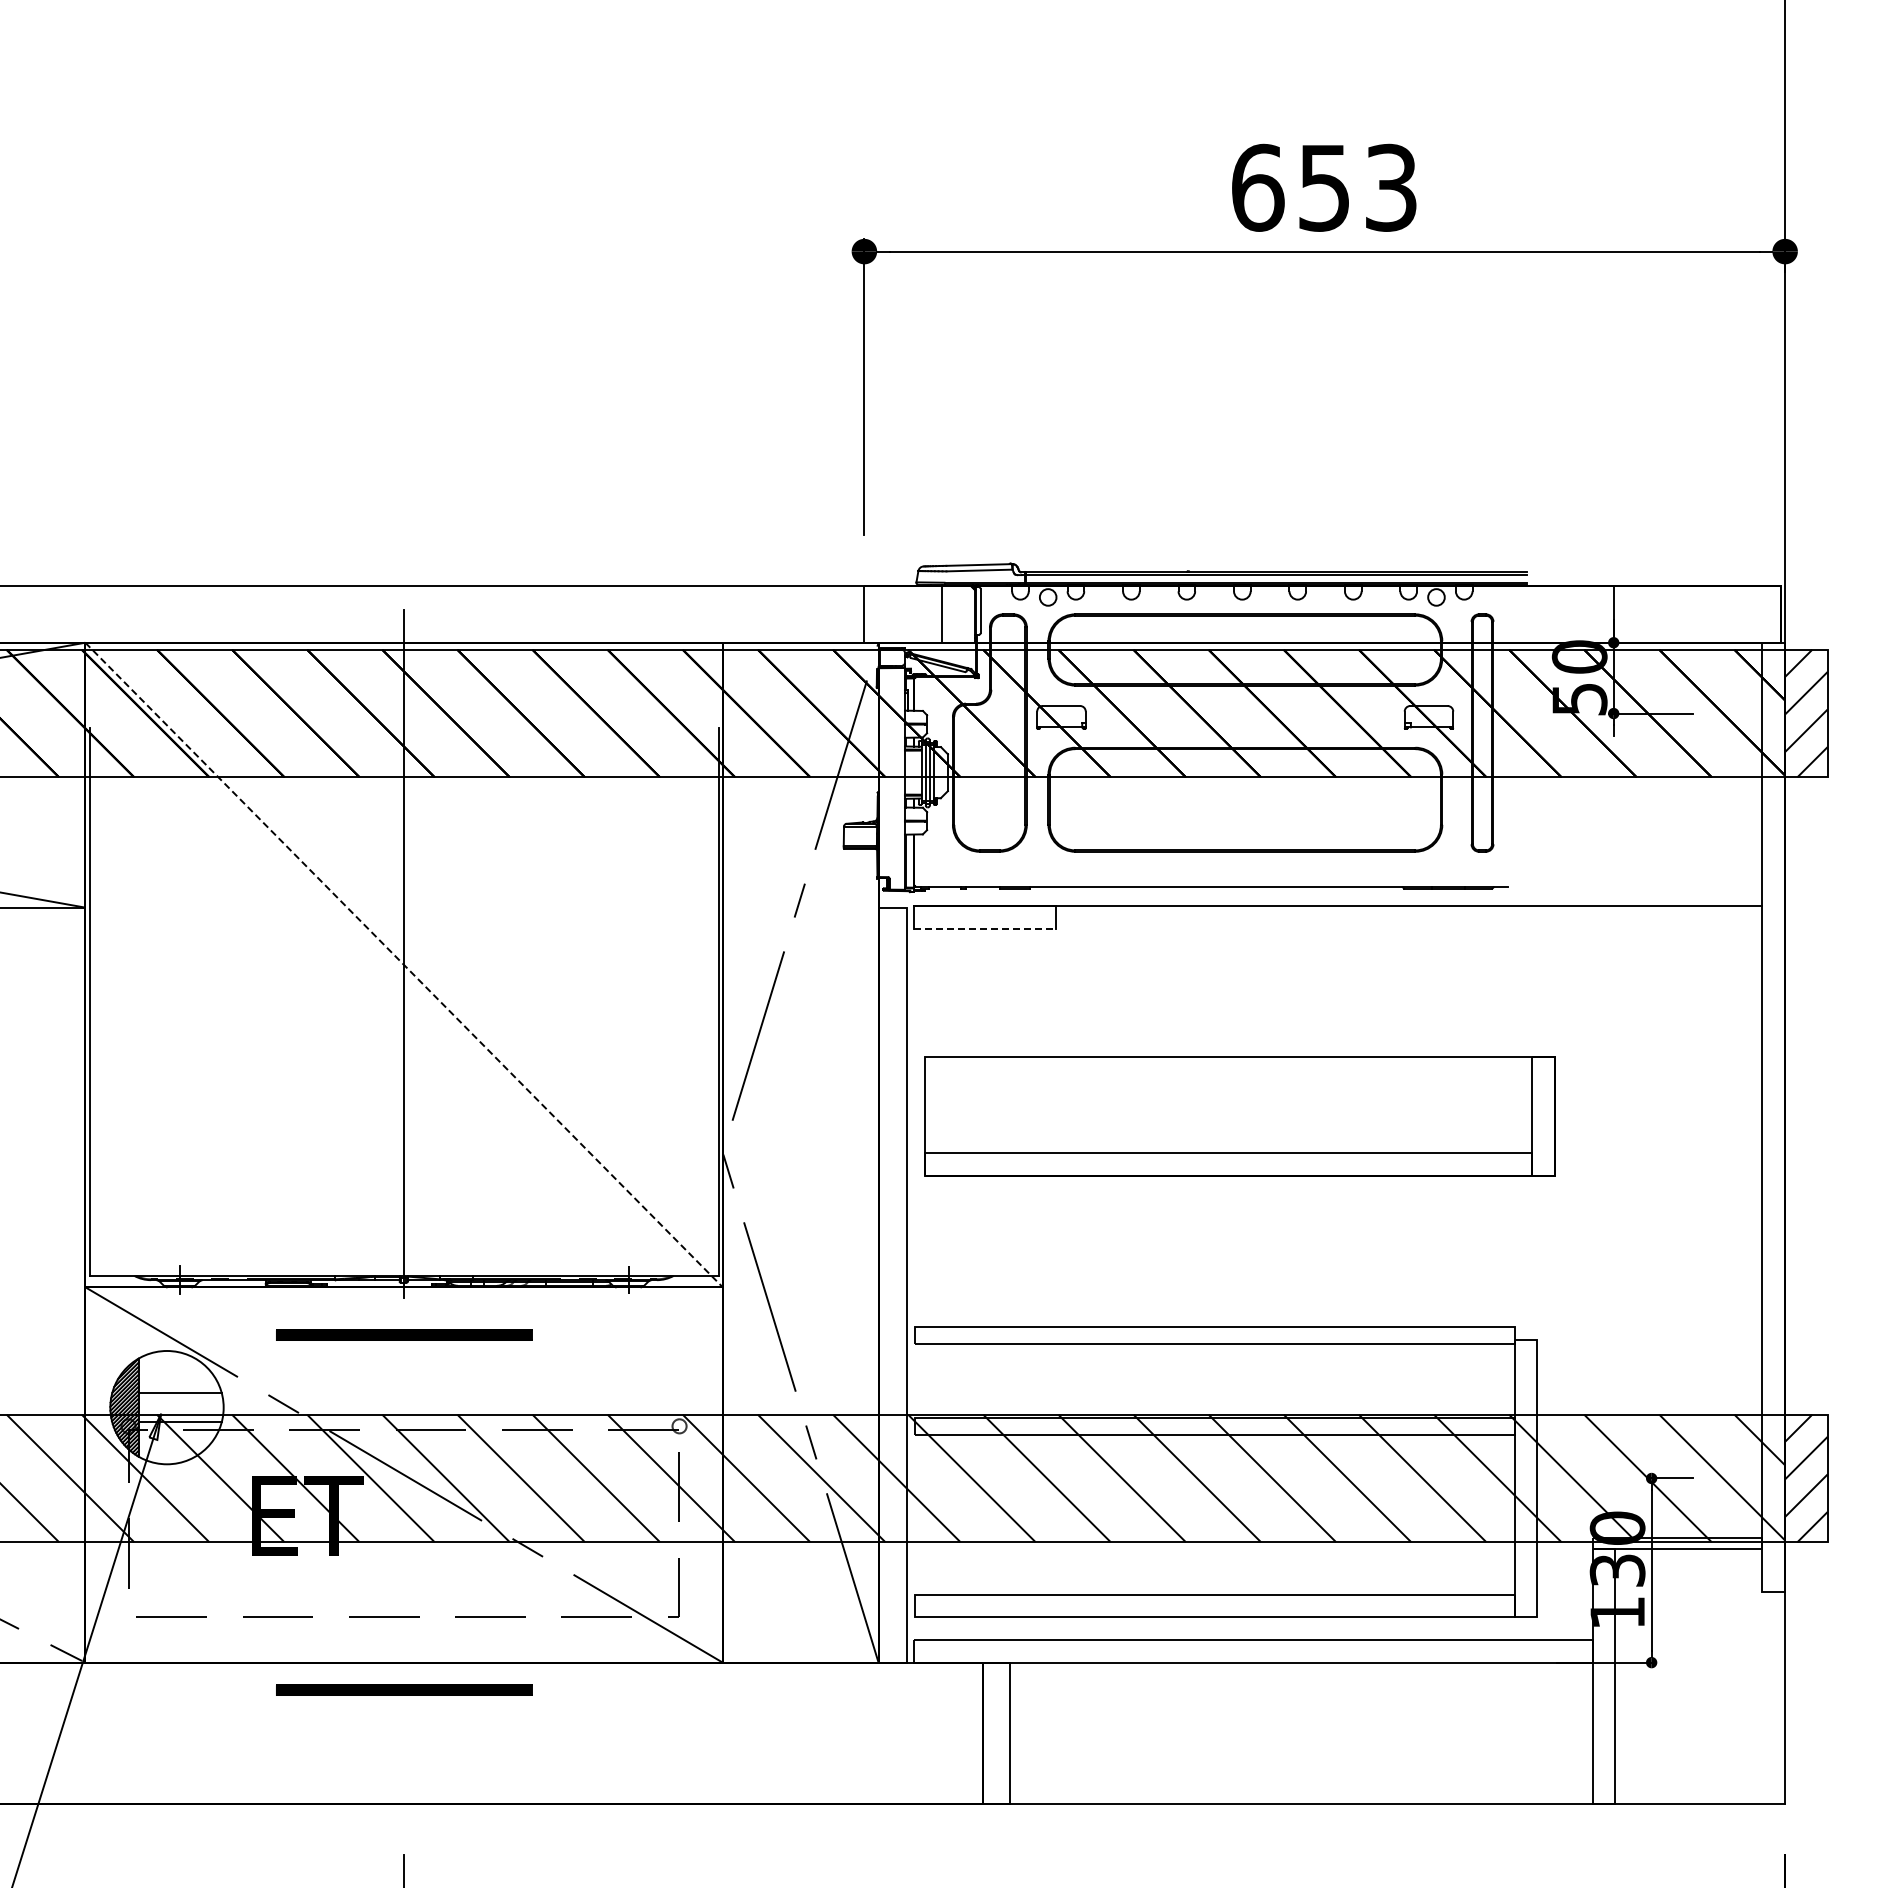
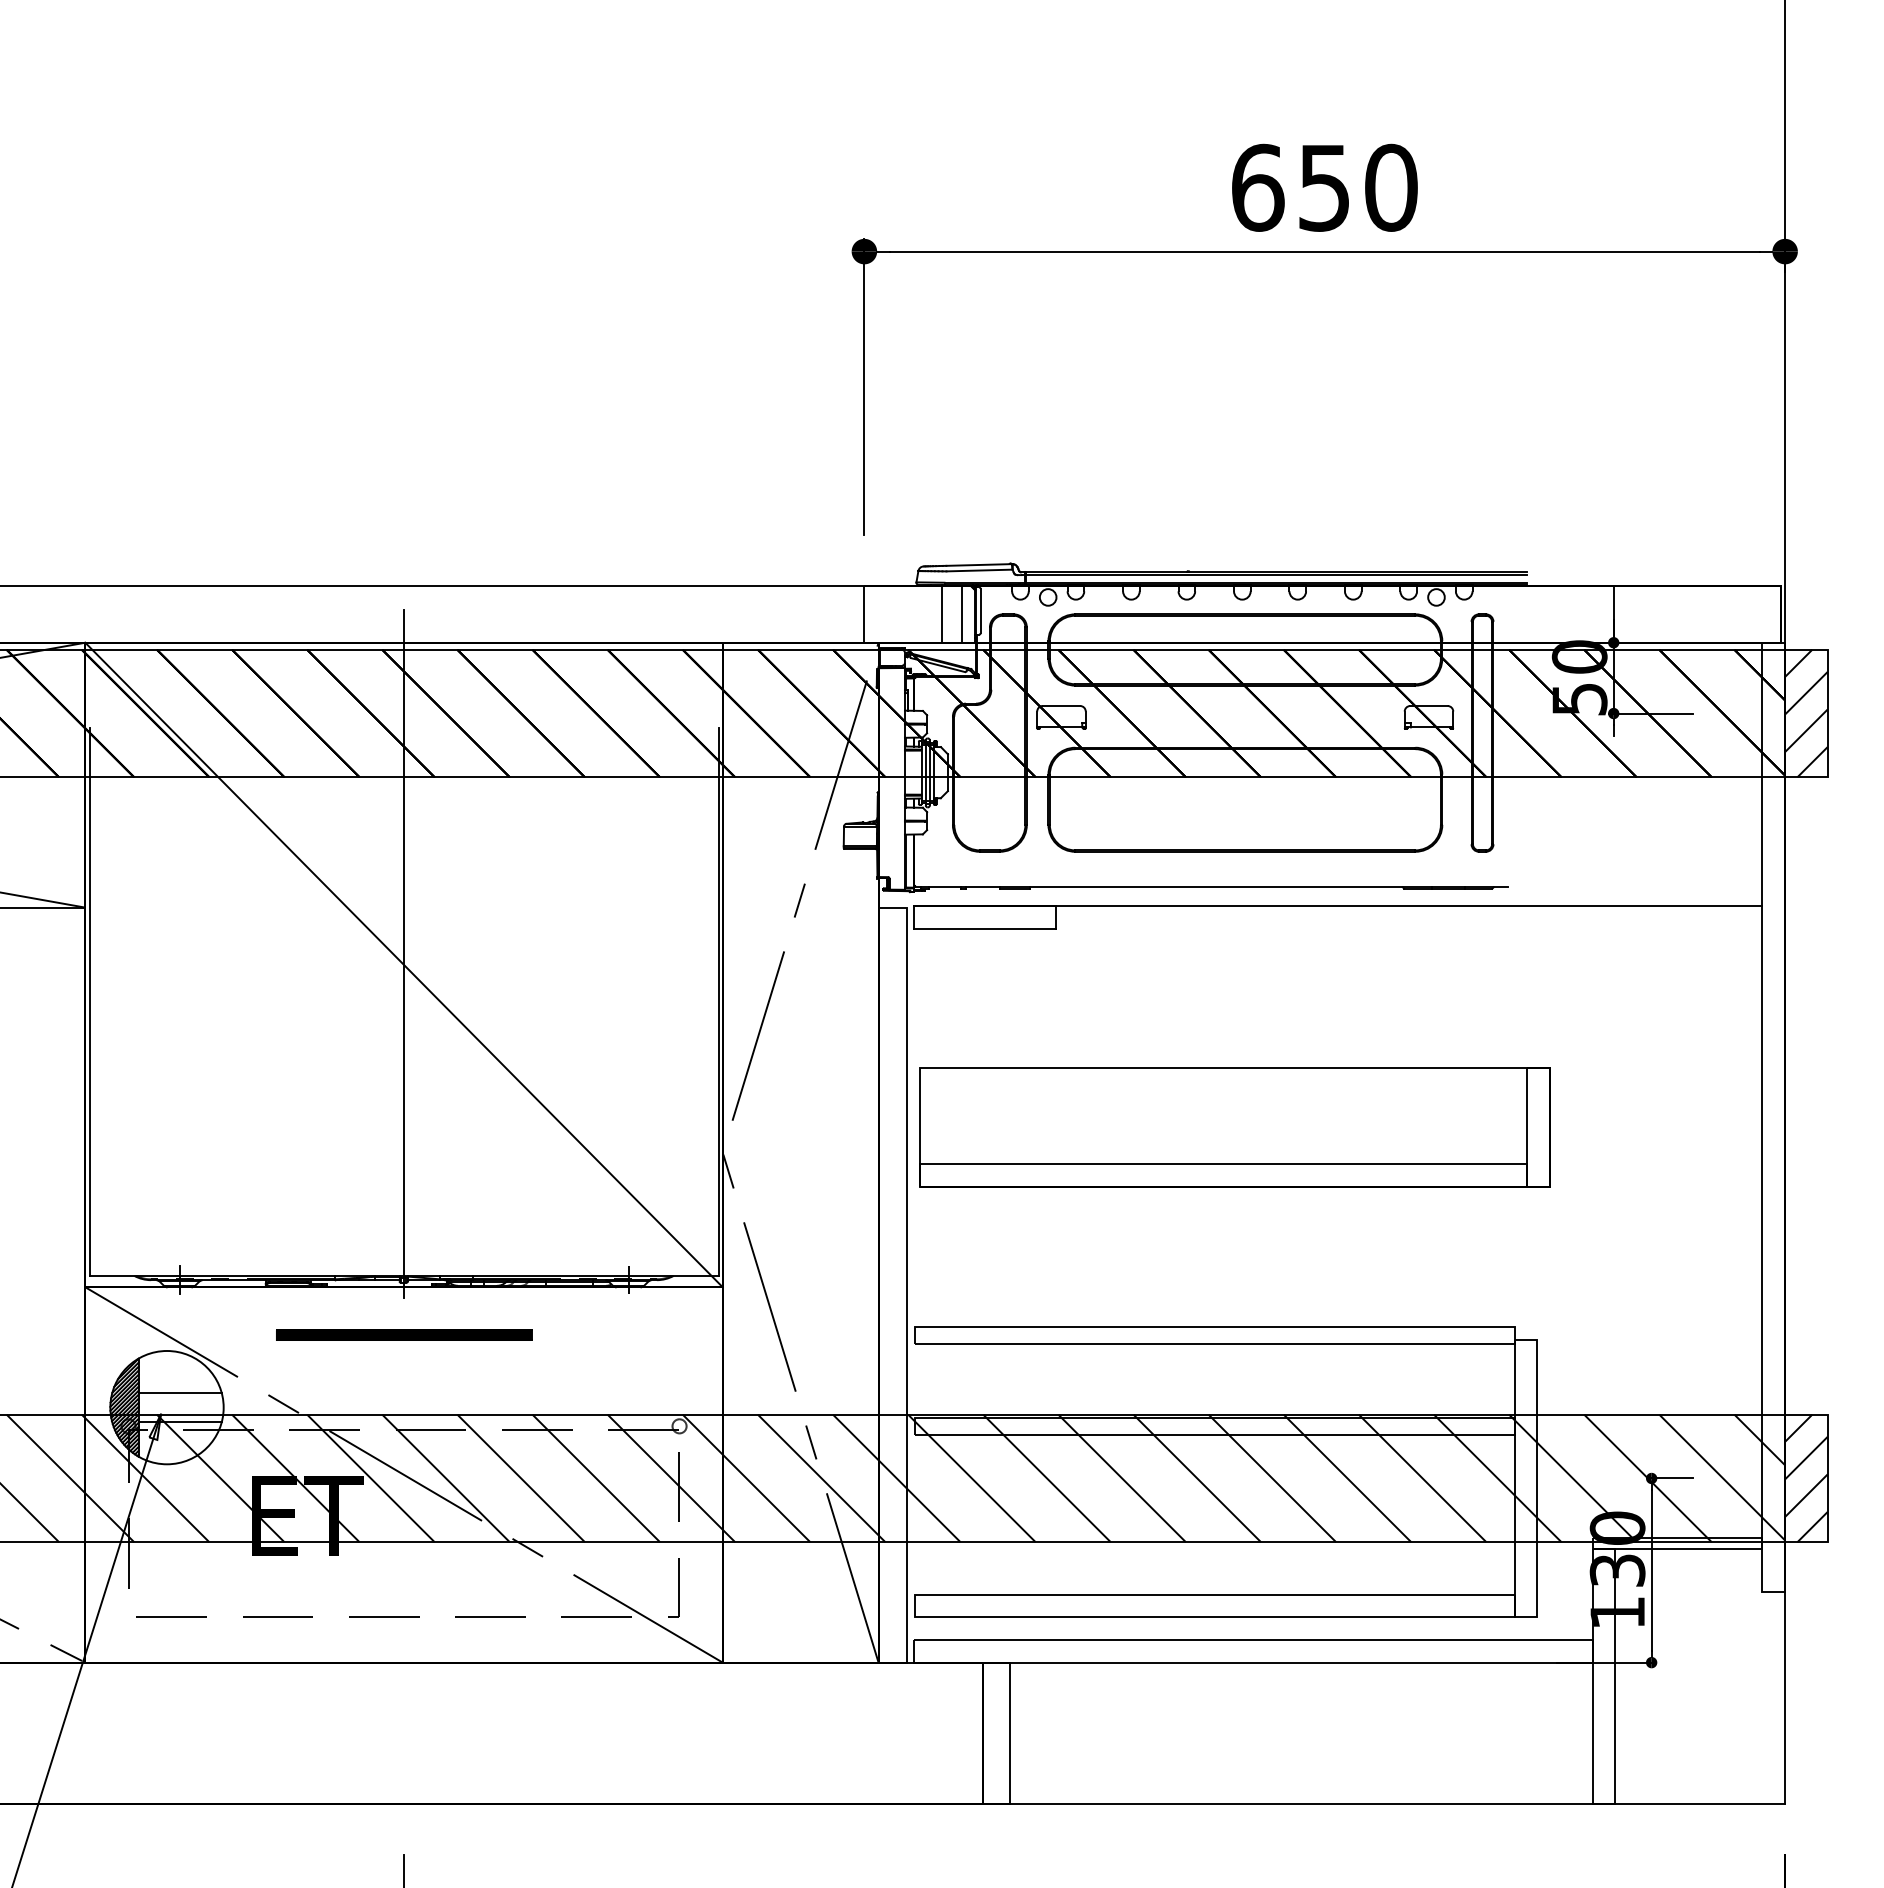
text at (1391, 187): 653 -> 650
line at (962, 614): none -> present
line at (984, 928): dashed -> solid
line at (404, 965): dashed -> solid
part at (1239, 1116) position: (1239, 1116) -> (1234, 1127)
part at (404, 1689): present -> none
